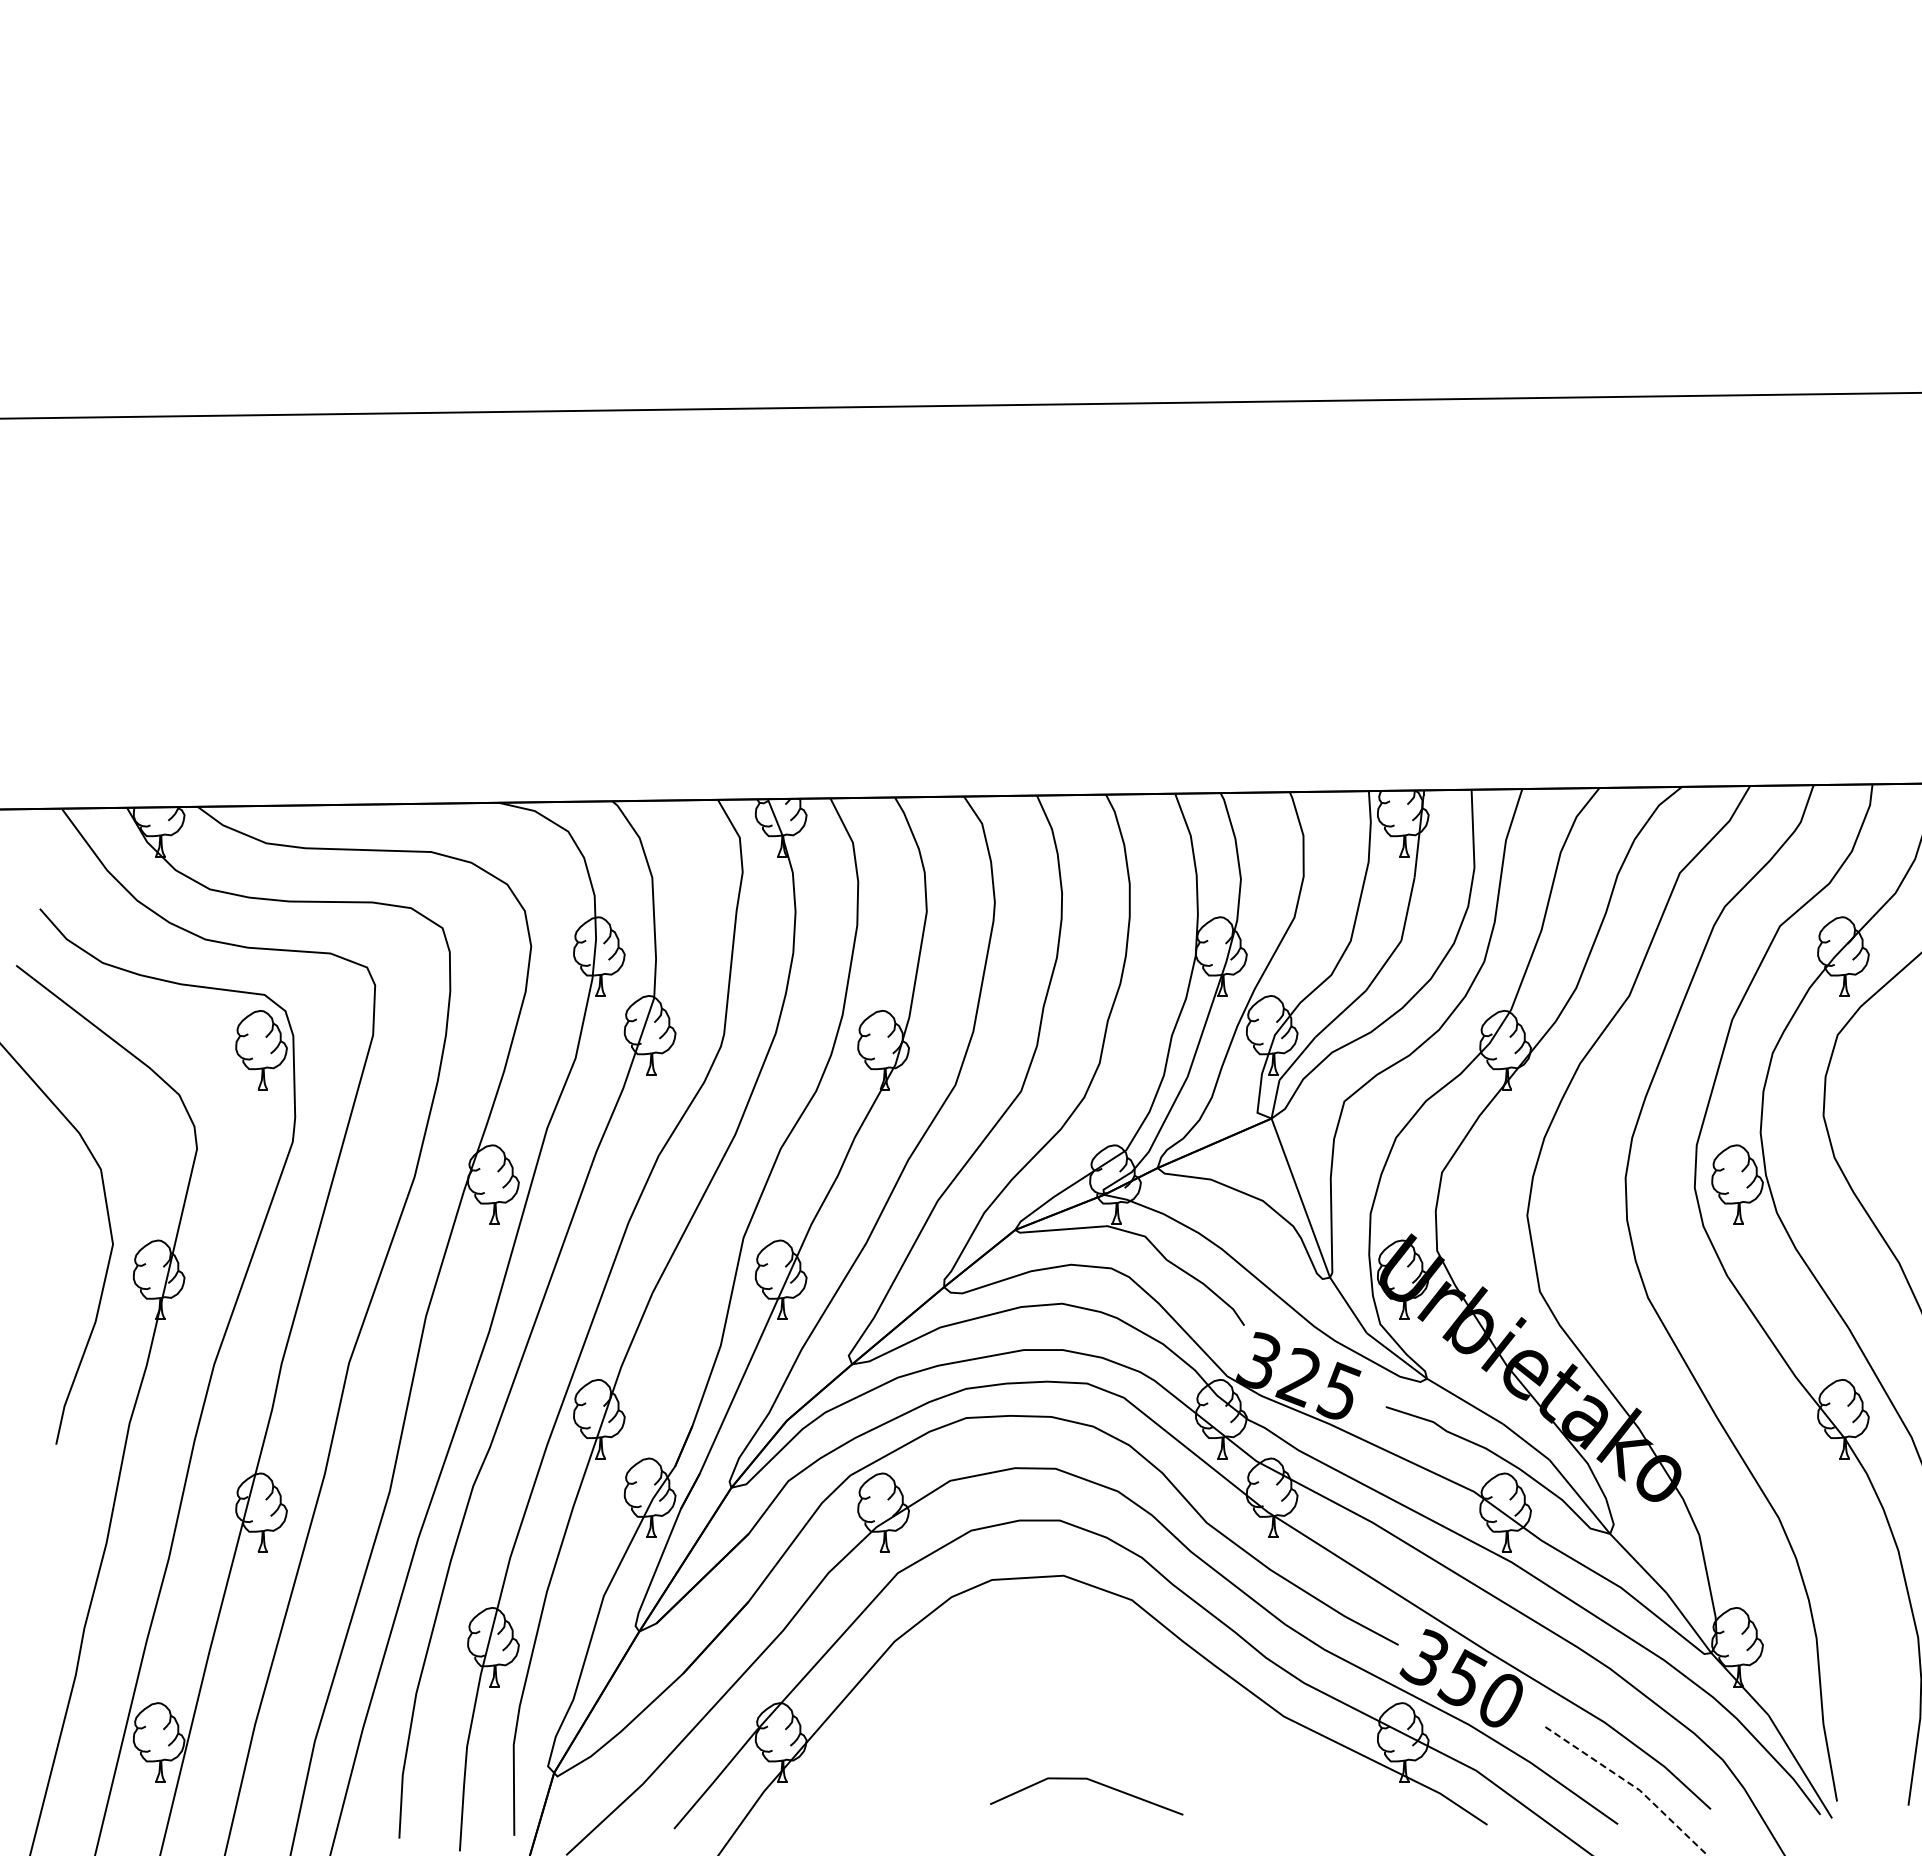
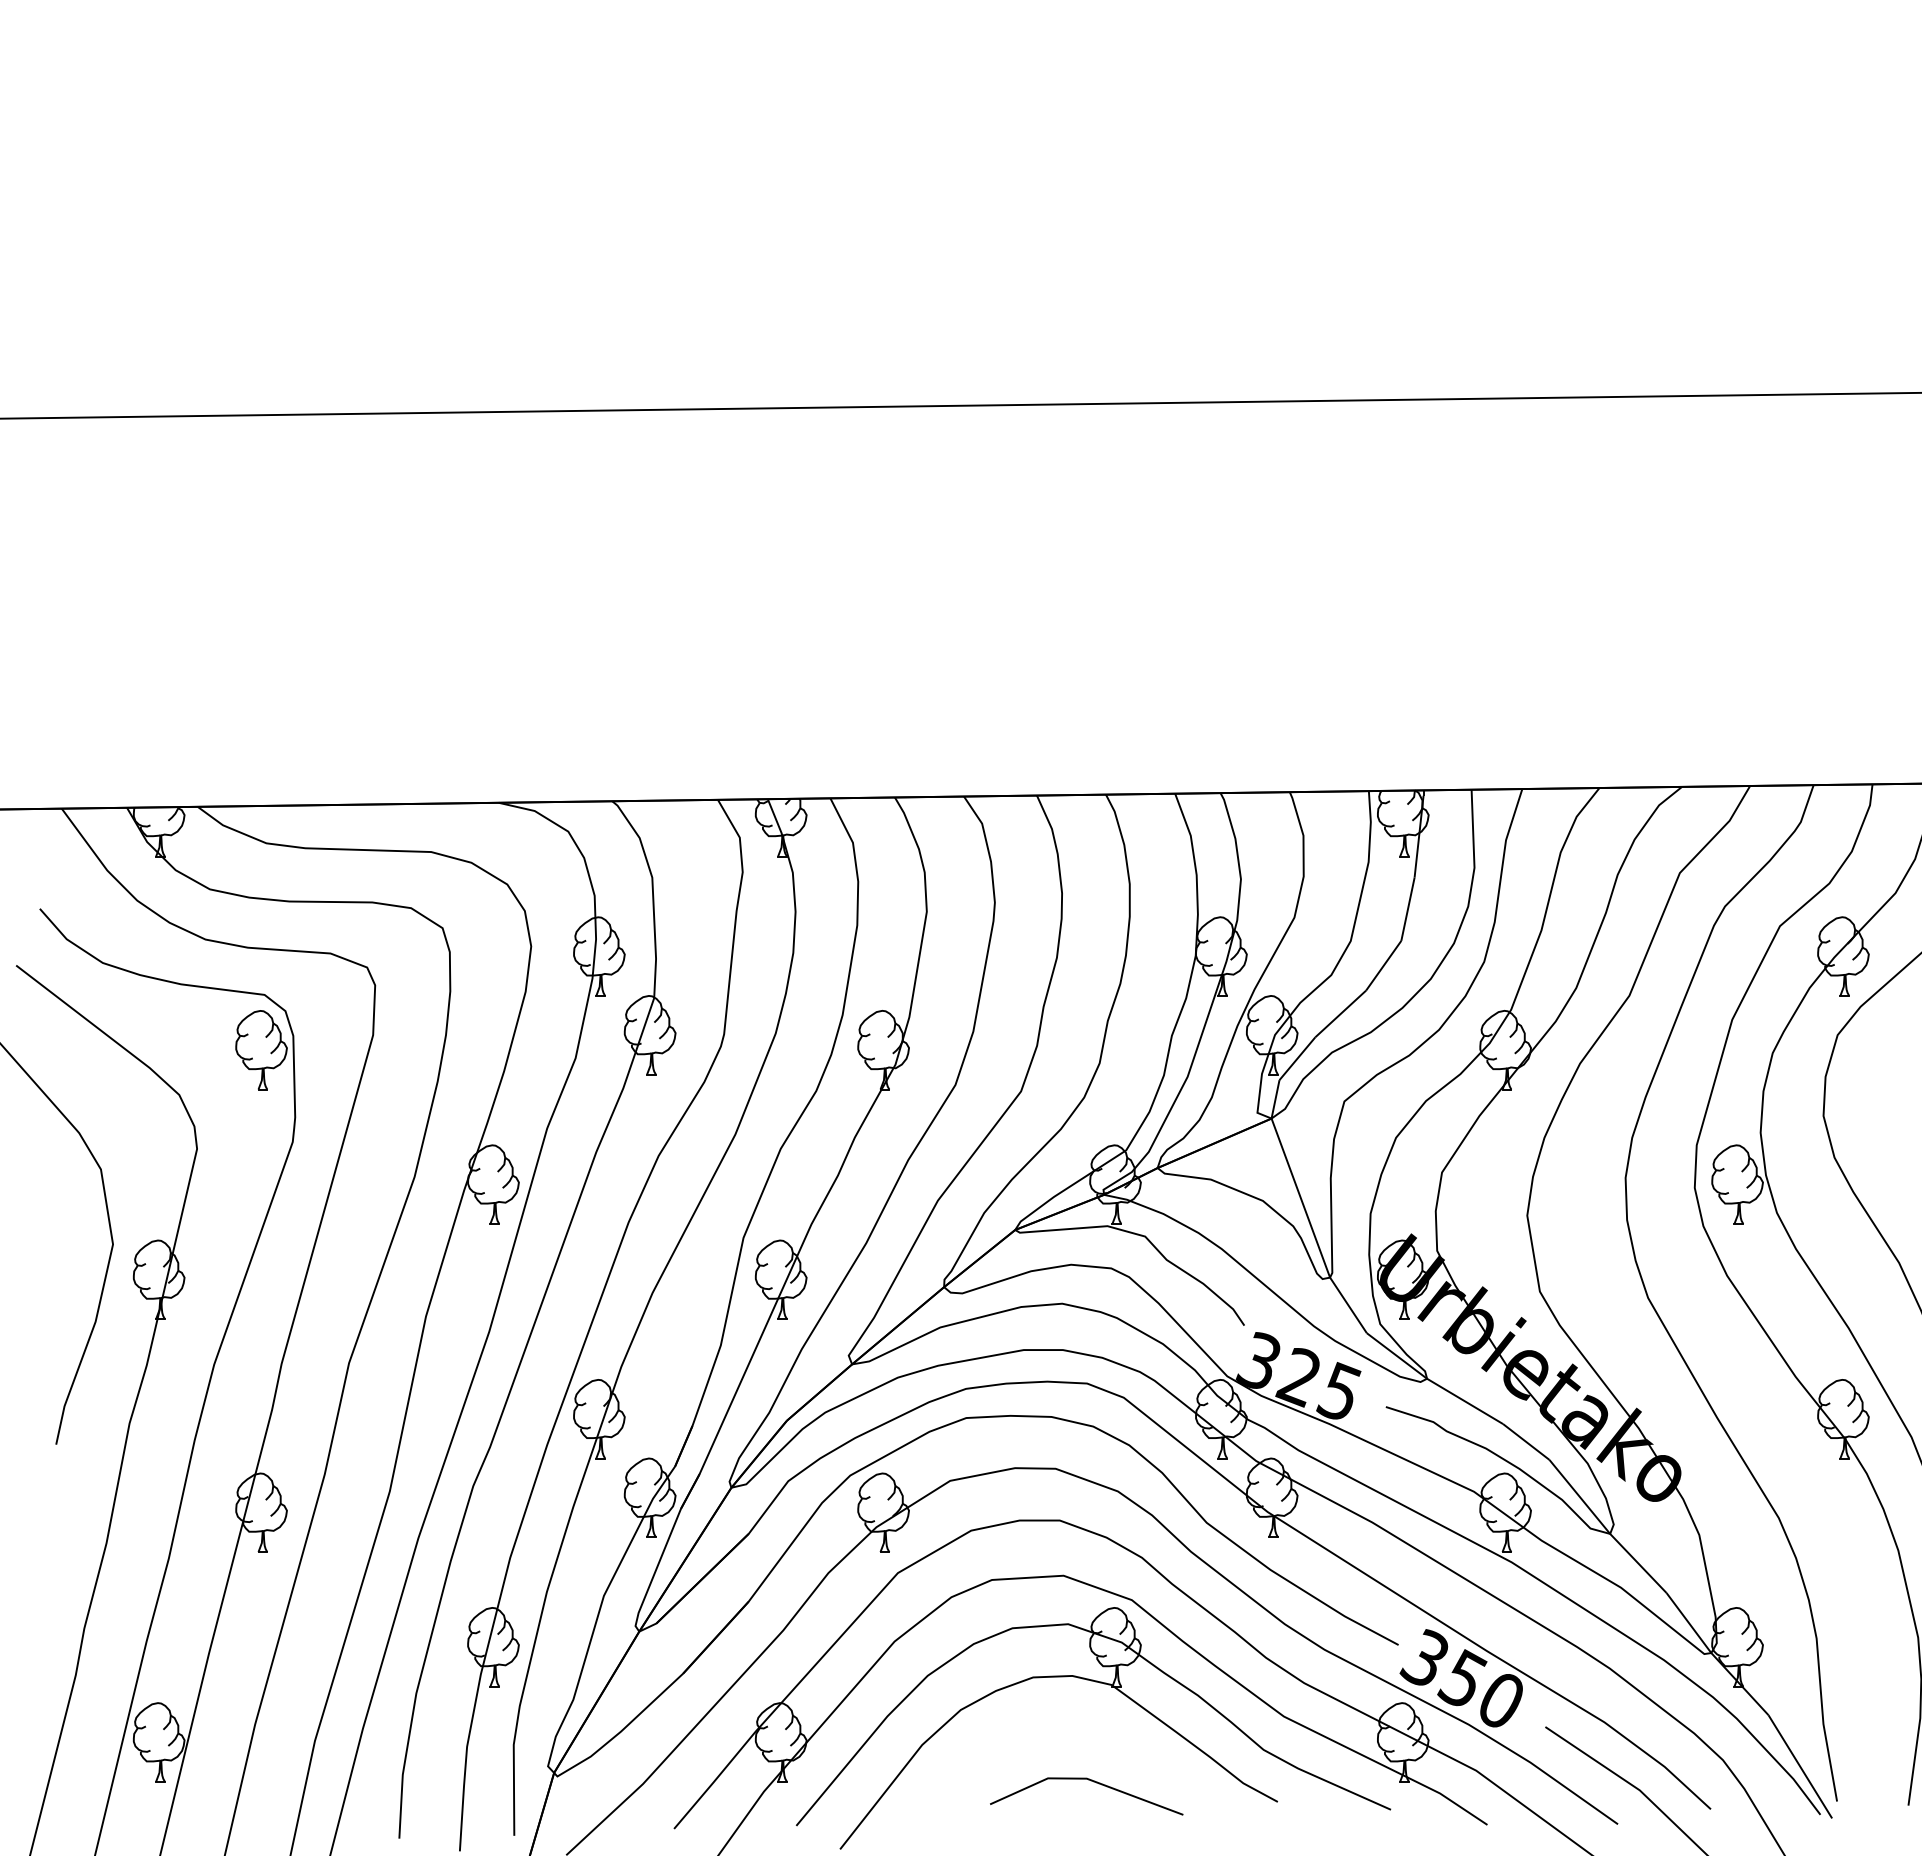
part at (1118, 1691): none -> present
line at (1632, 1785): dashed -> solid
